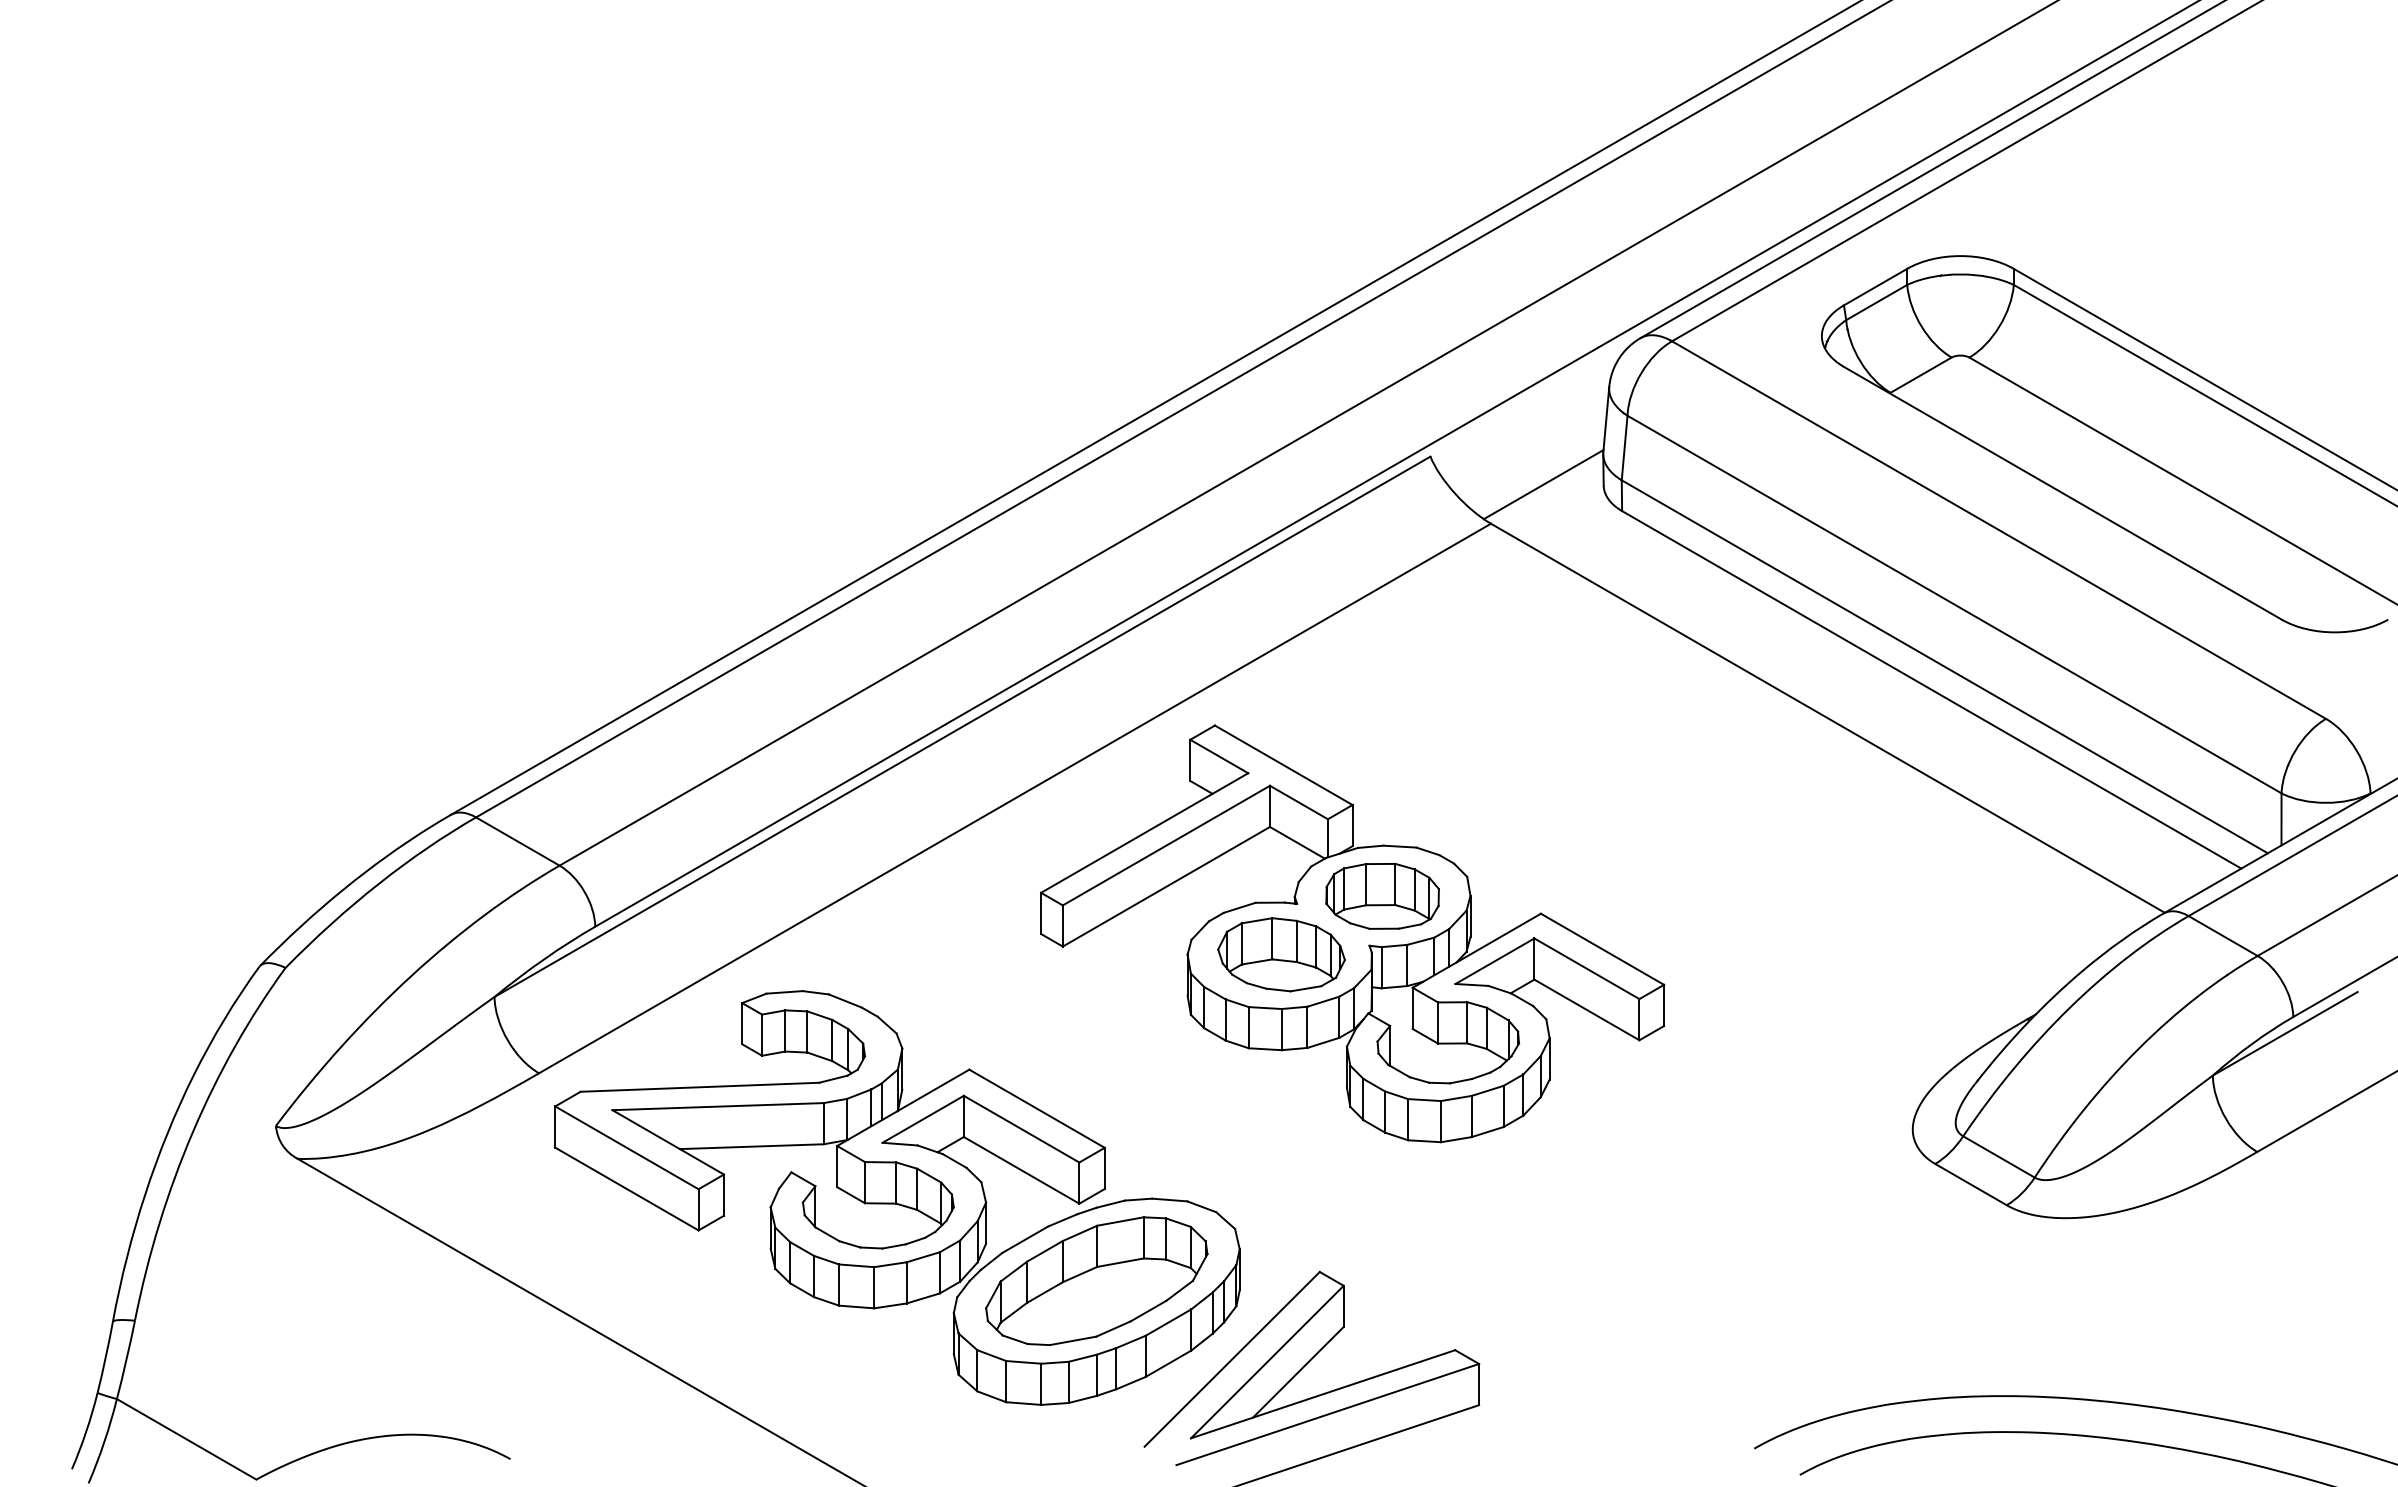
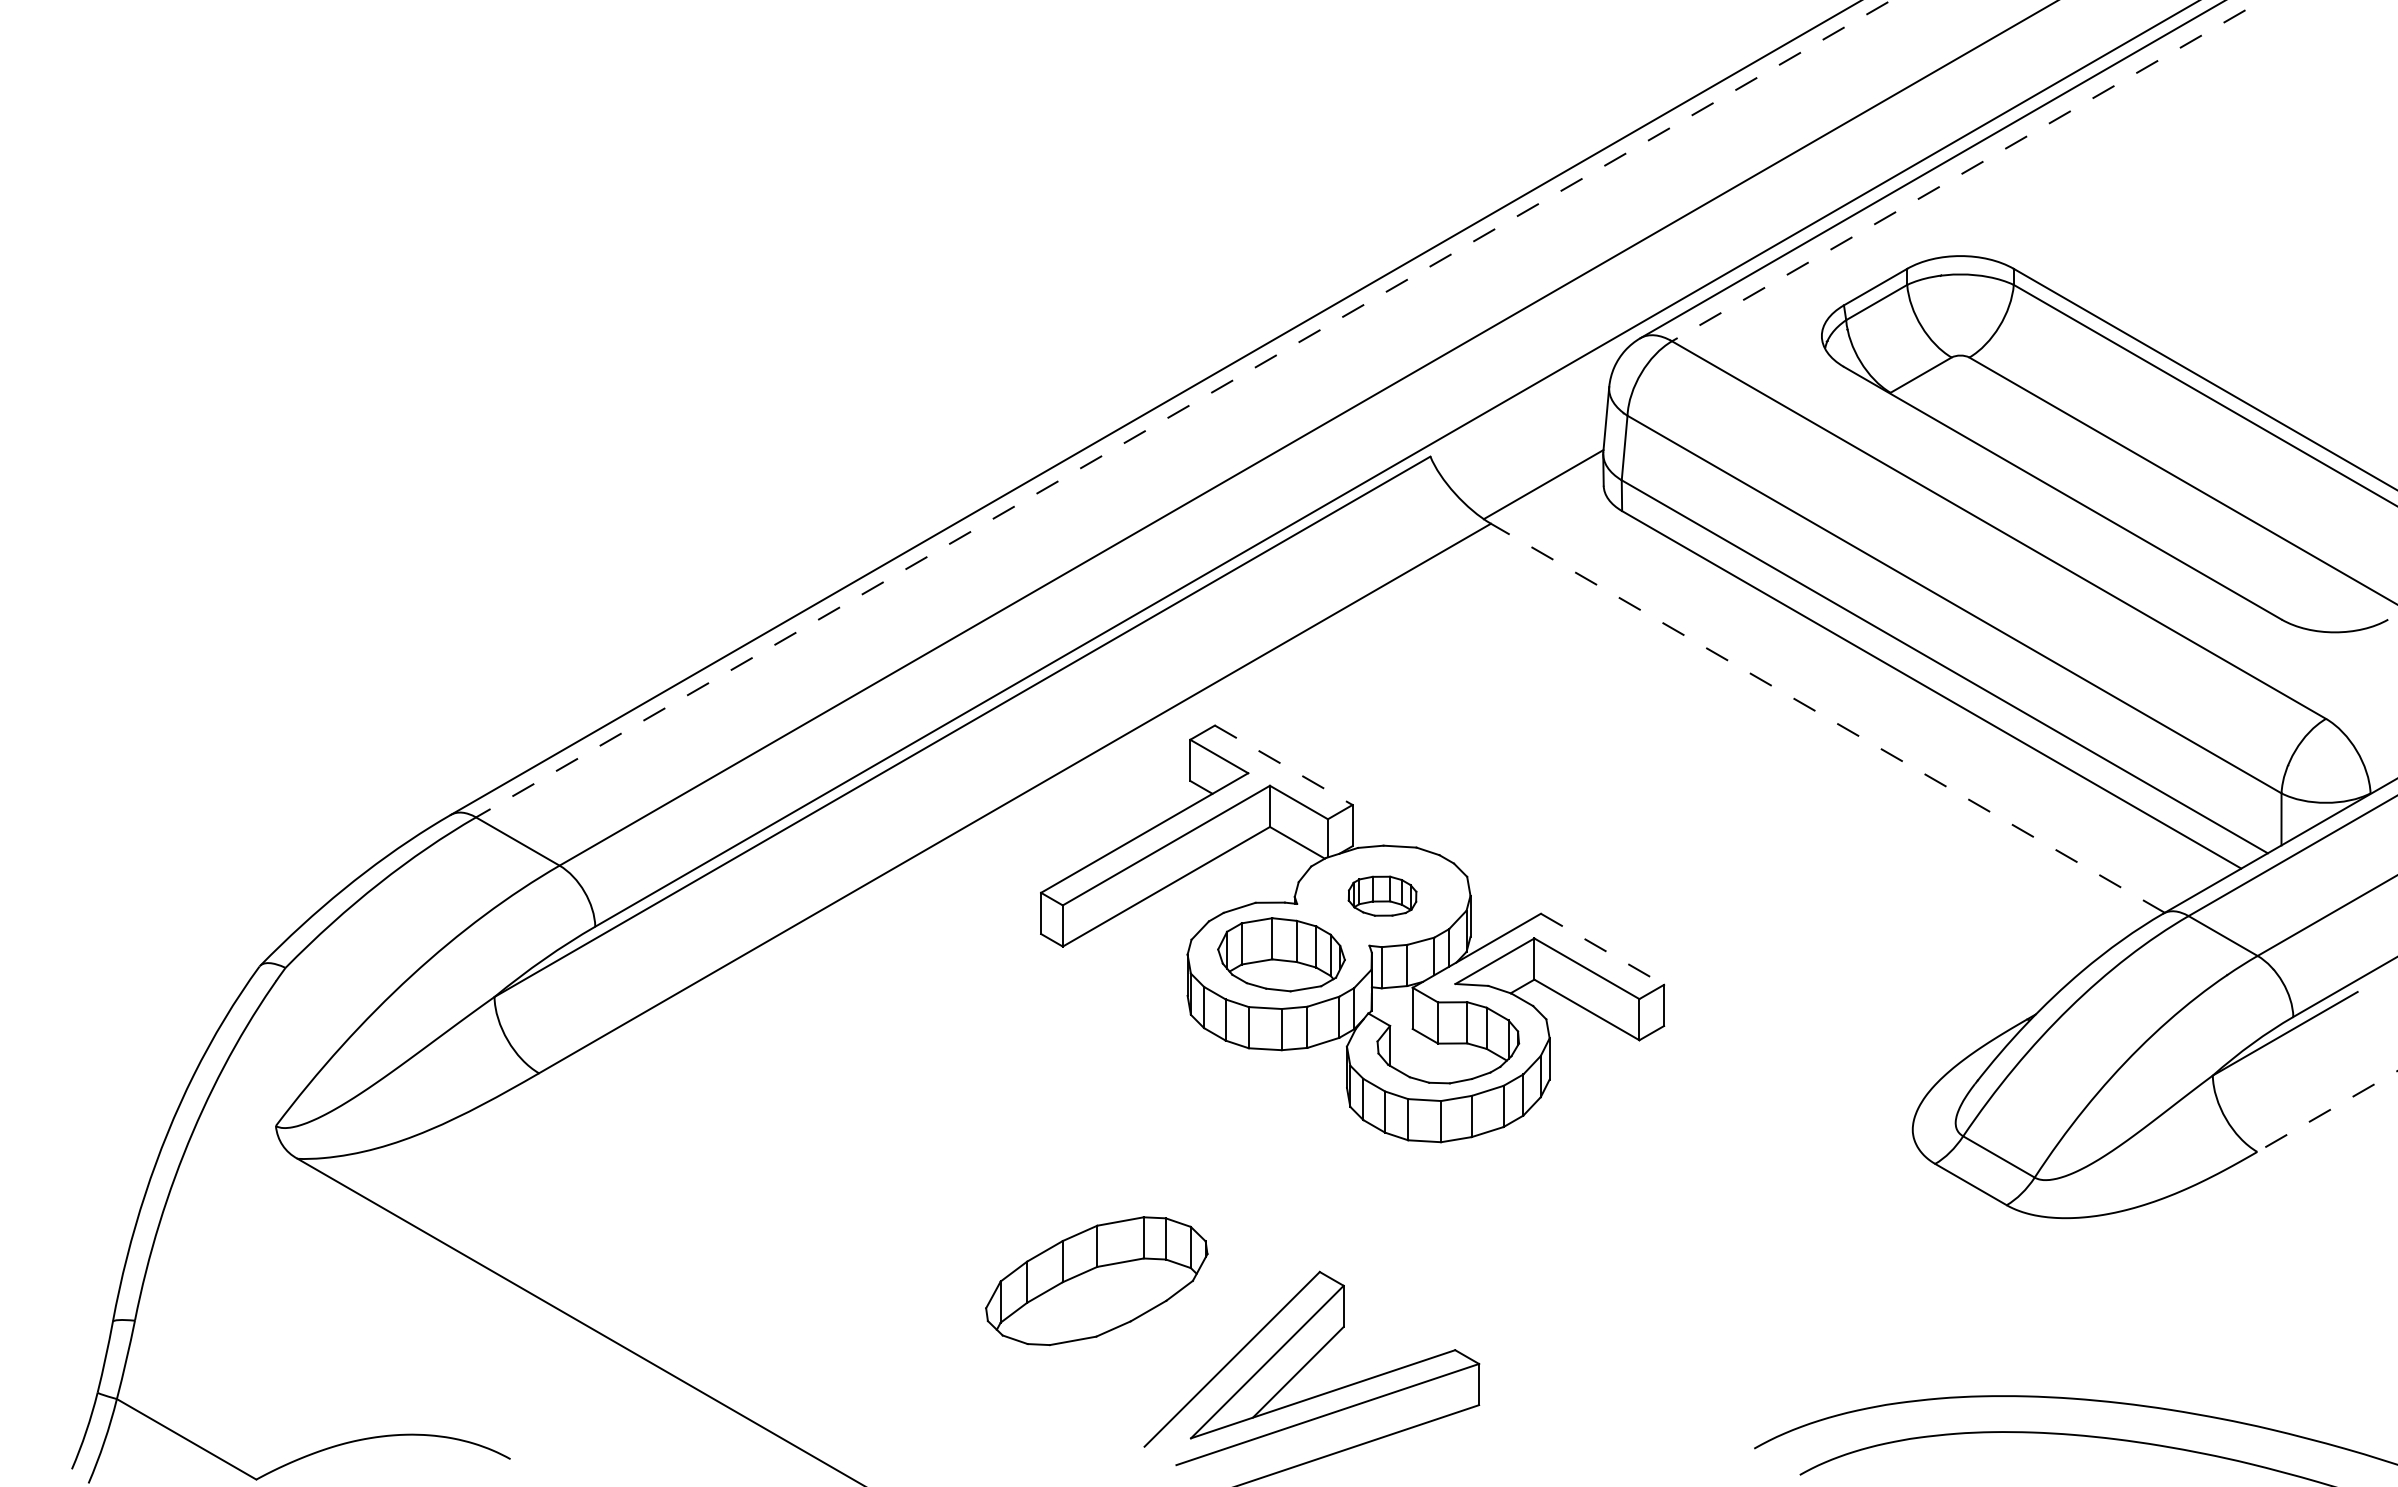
line at (1967, 170): solid -> dashed
line at (1183, 409): solid -> dashed
line at (1827, 718): solid -> dashed
line at (1284, 765): solid -> dashed
part at (1382, 895) size: 115x68 px -> 71x42 px
line at (1602, 949): solid -> dashed
line at (2327, 1111): solid -> dashed
part at (897, 1197): present -> none
